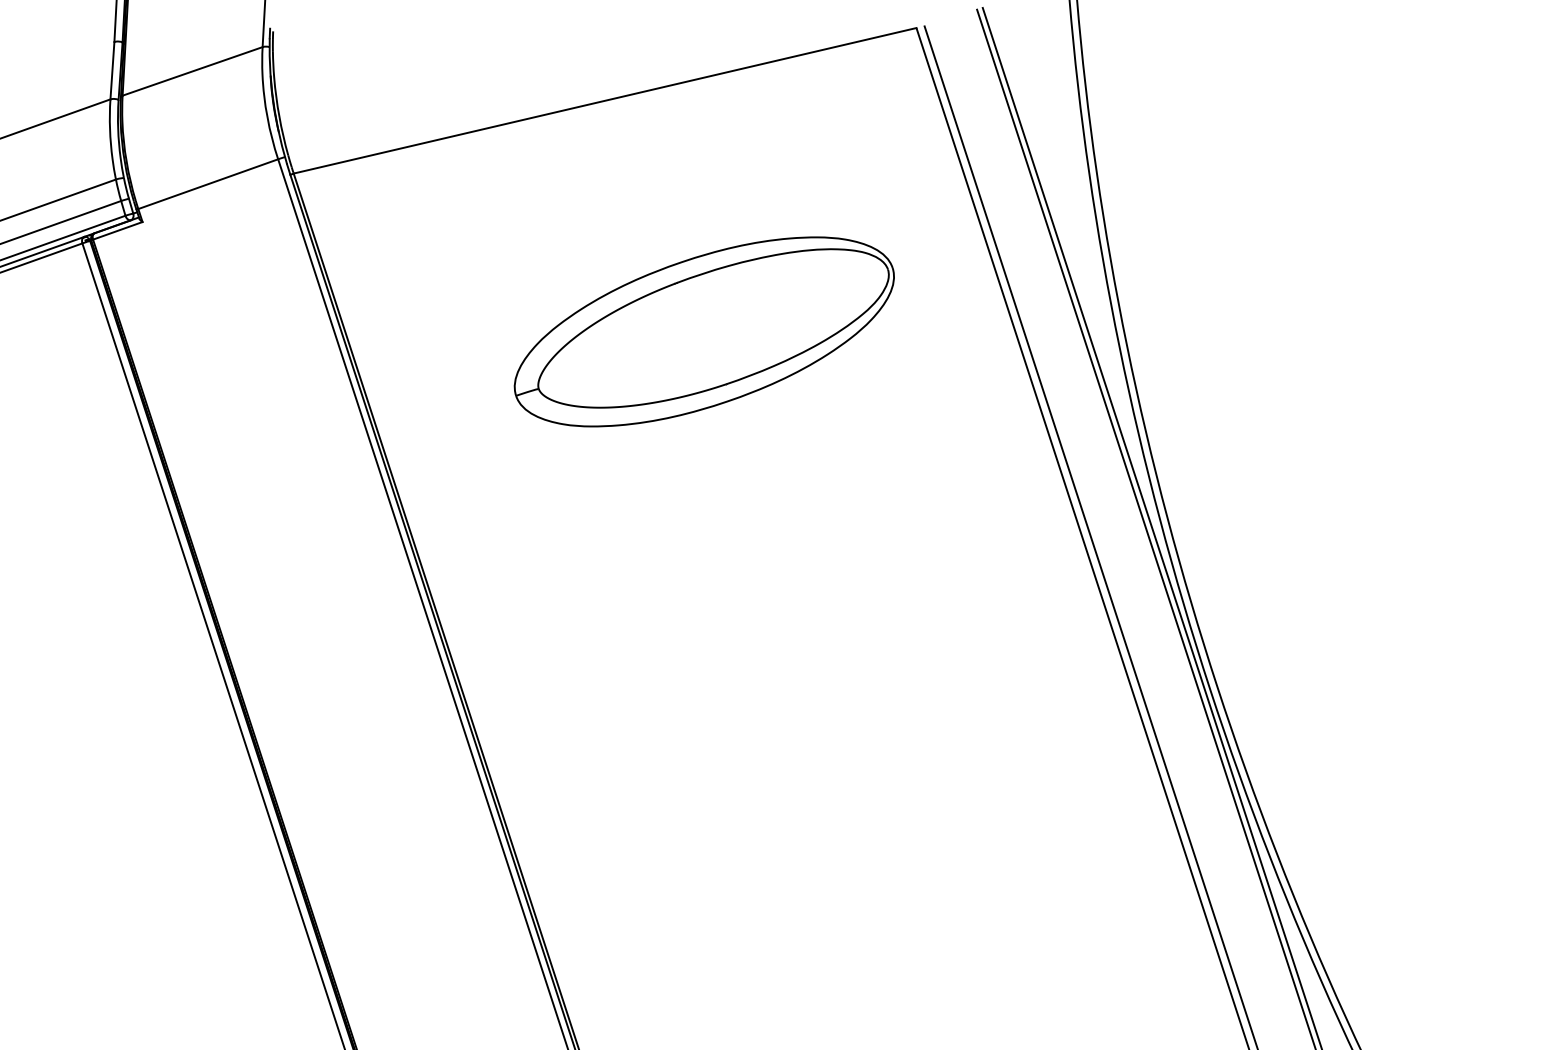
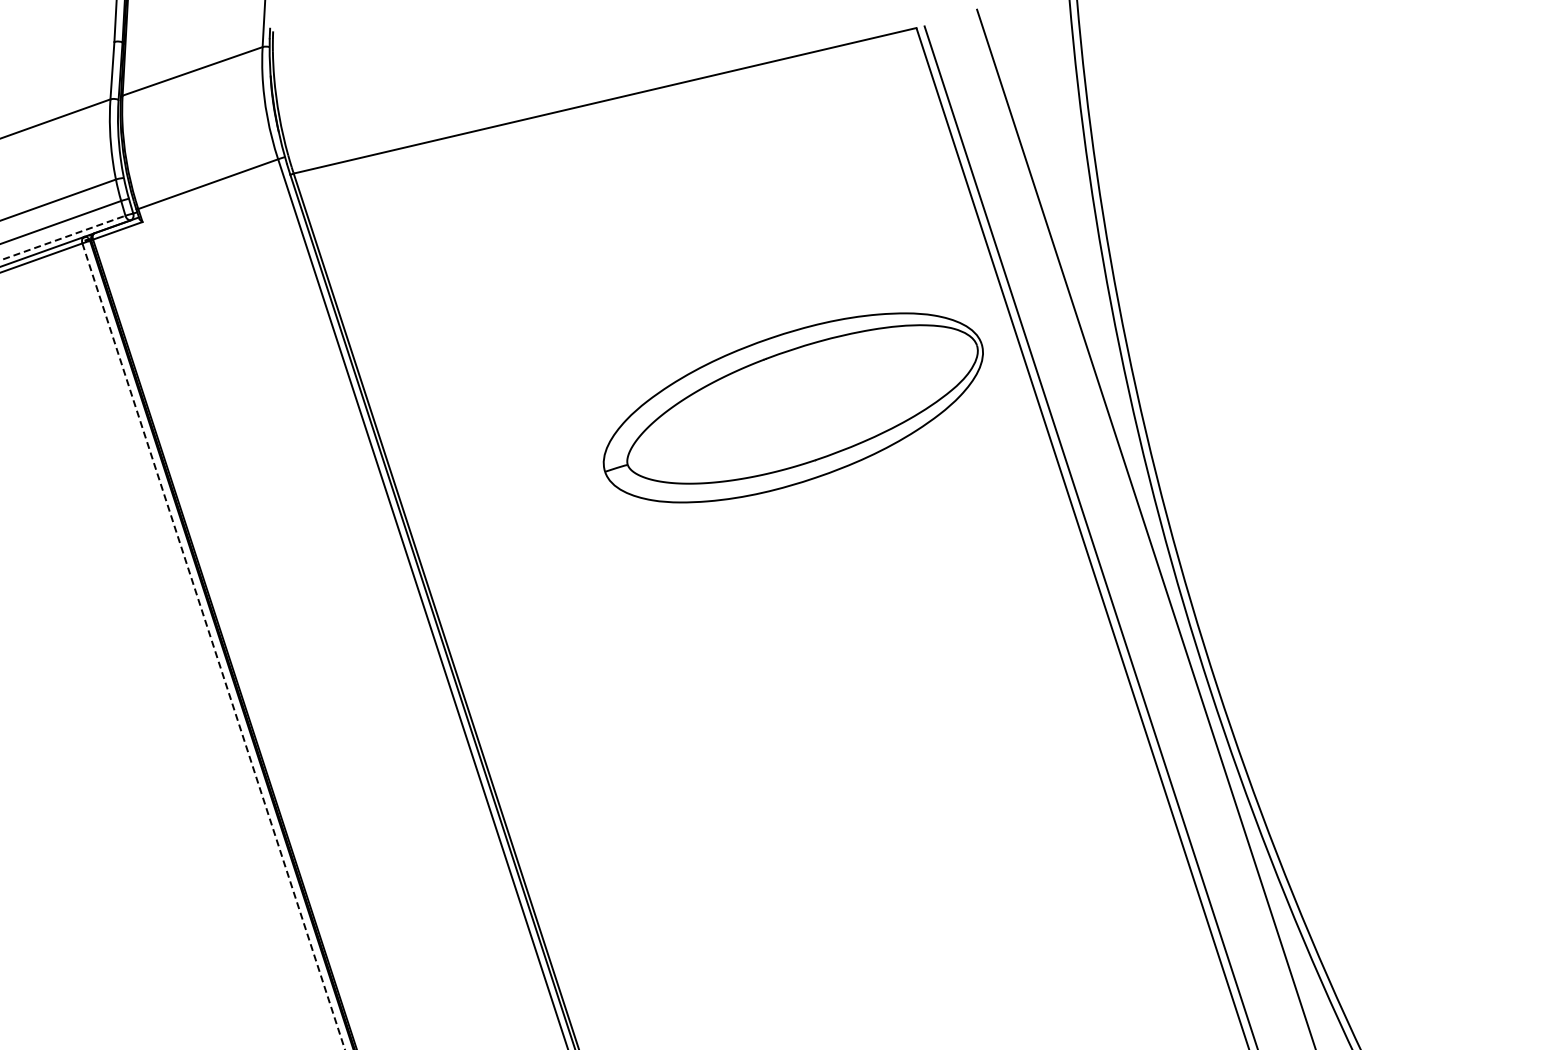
line at (63, 237): solid -> dashed
part at (703, 331) position: (703, 331) -> (792, 407)
line at (1151, 526): present -> none
line at (213, 646): solid -> dashed
